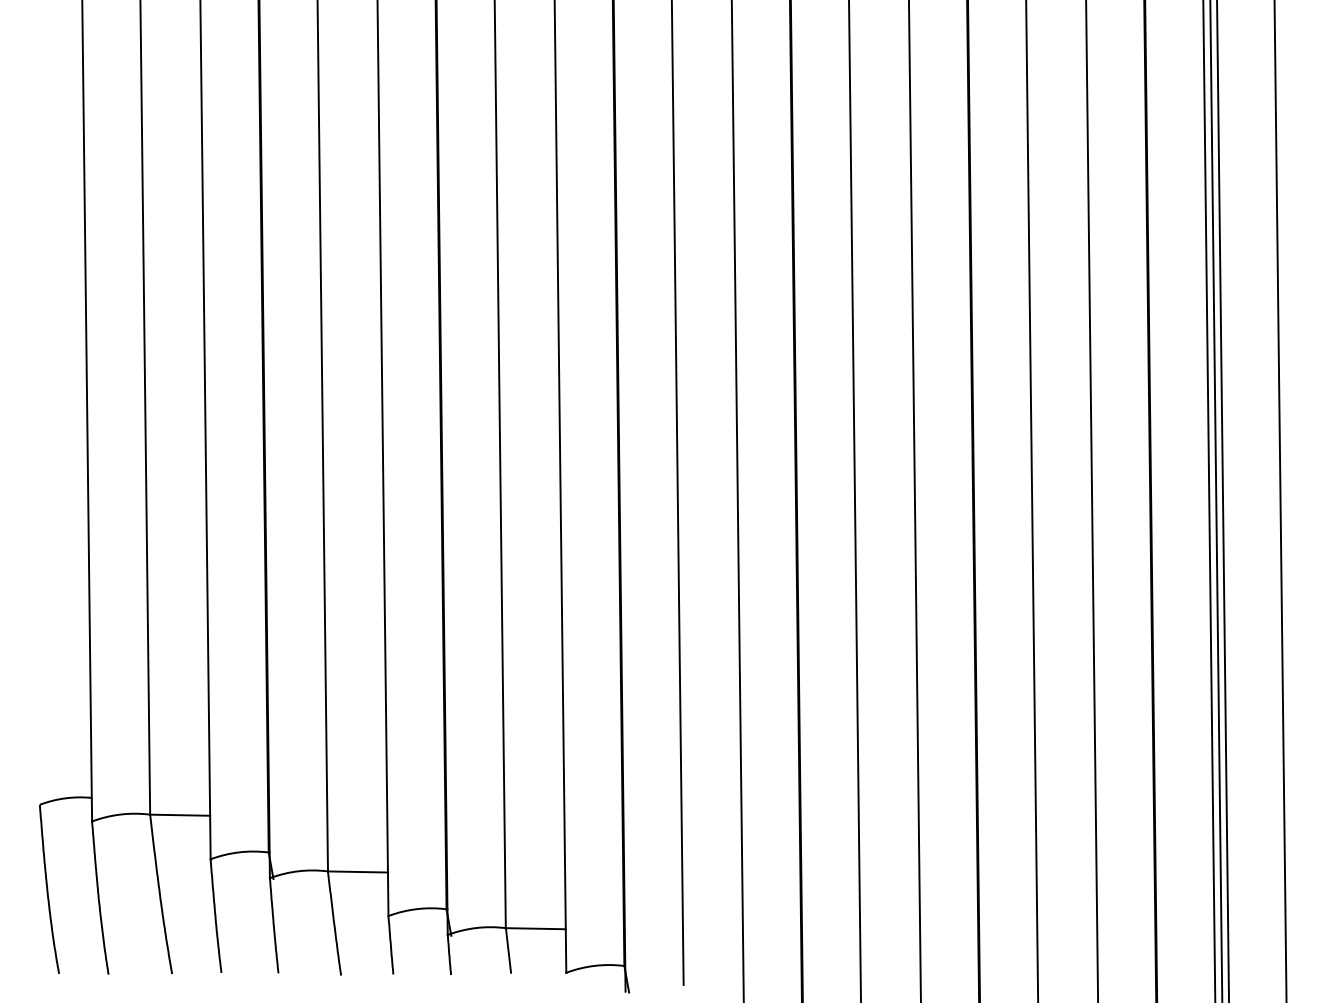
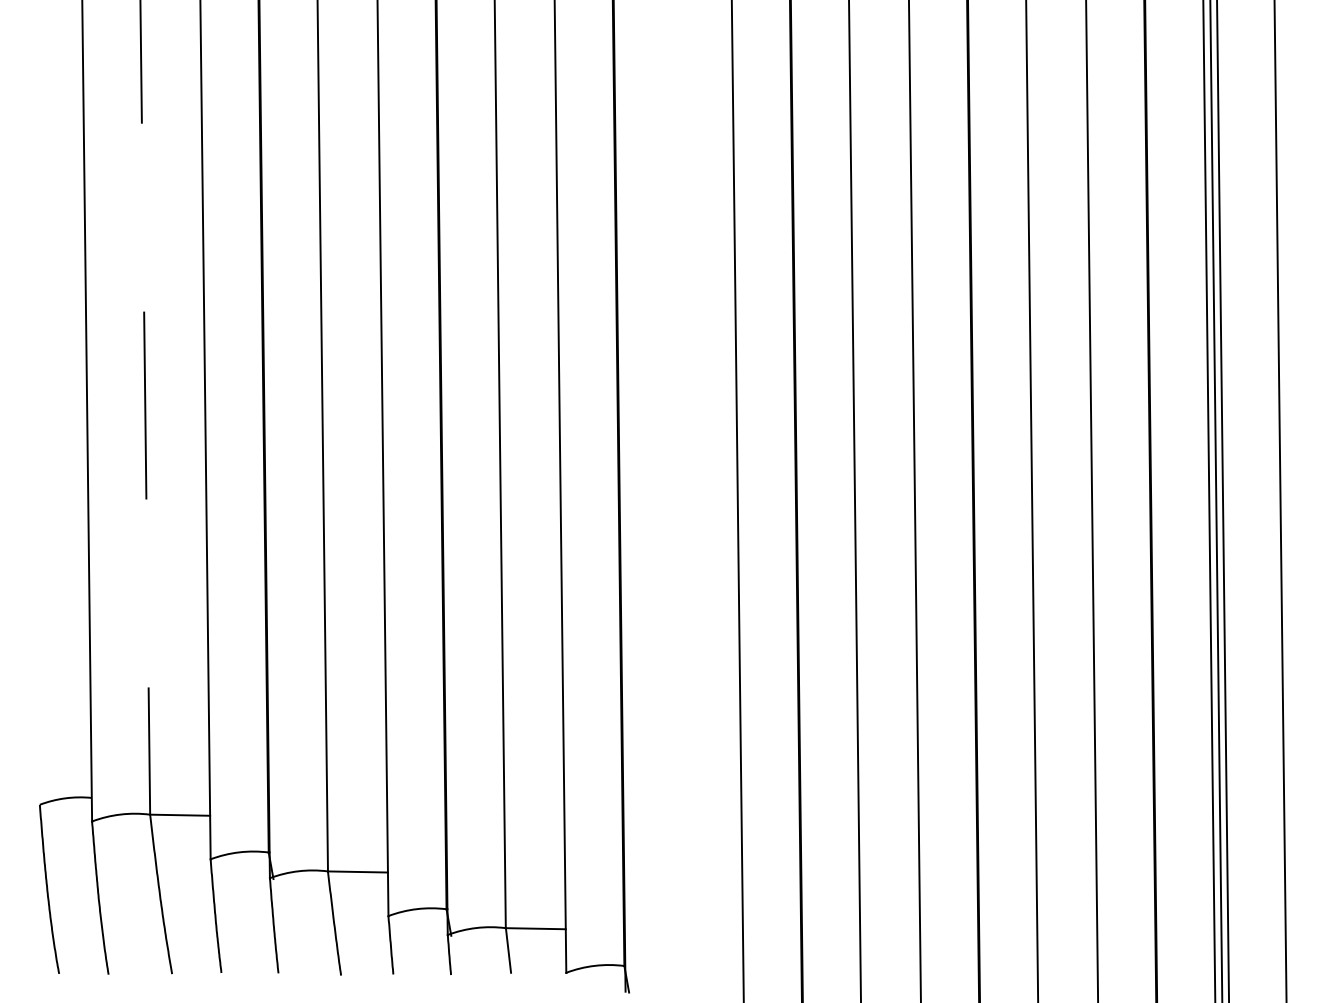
line at (145, 408): solid -> dashed
line at (677, 493): present -> none
